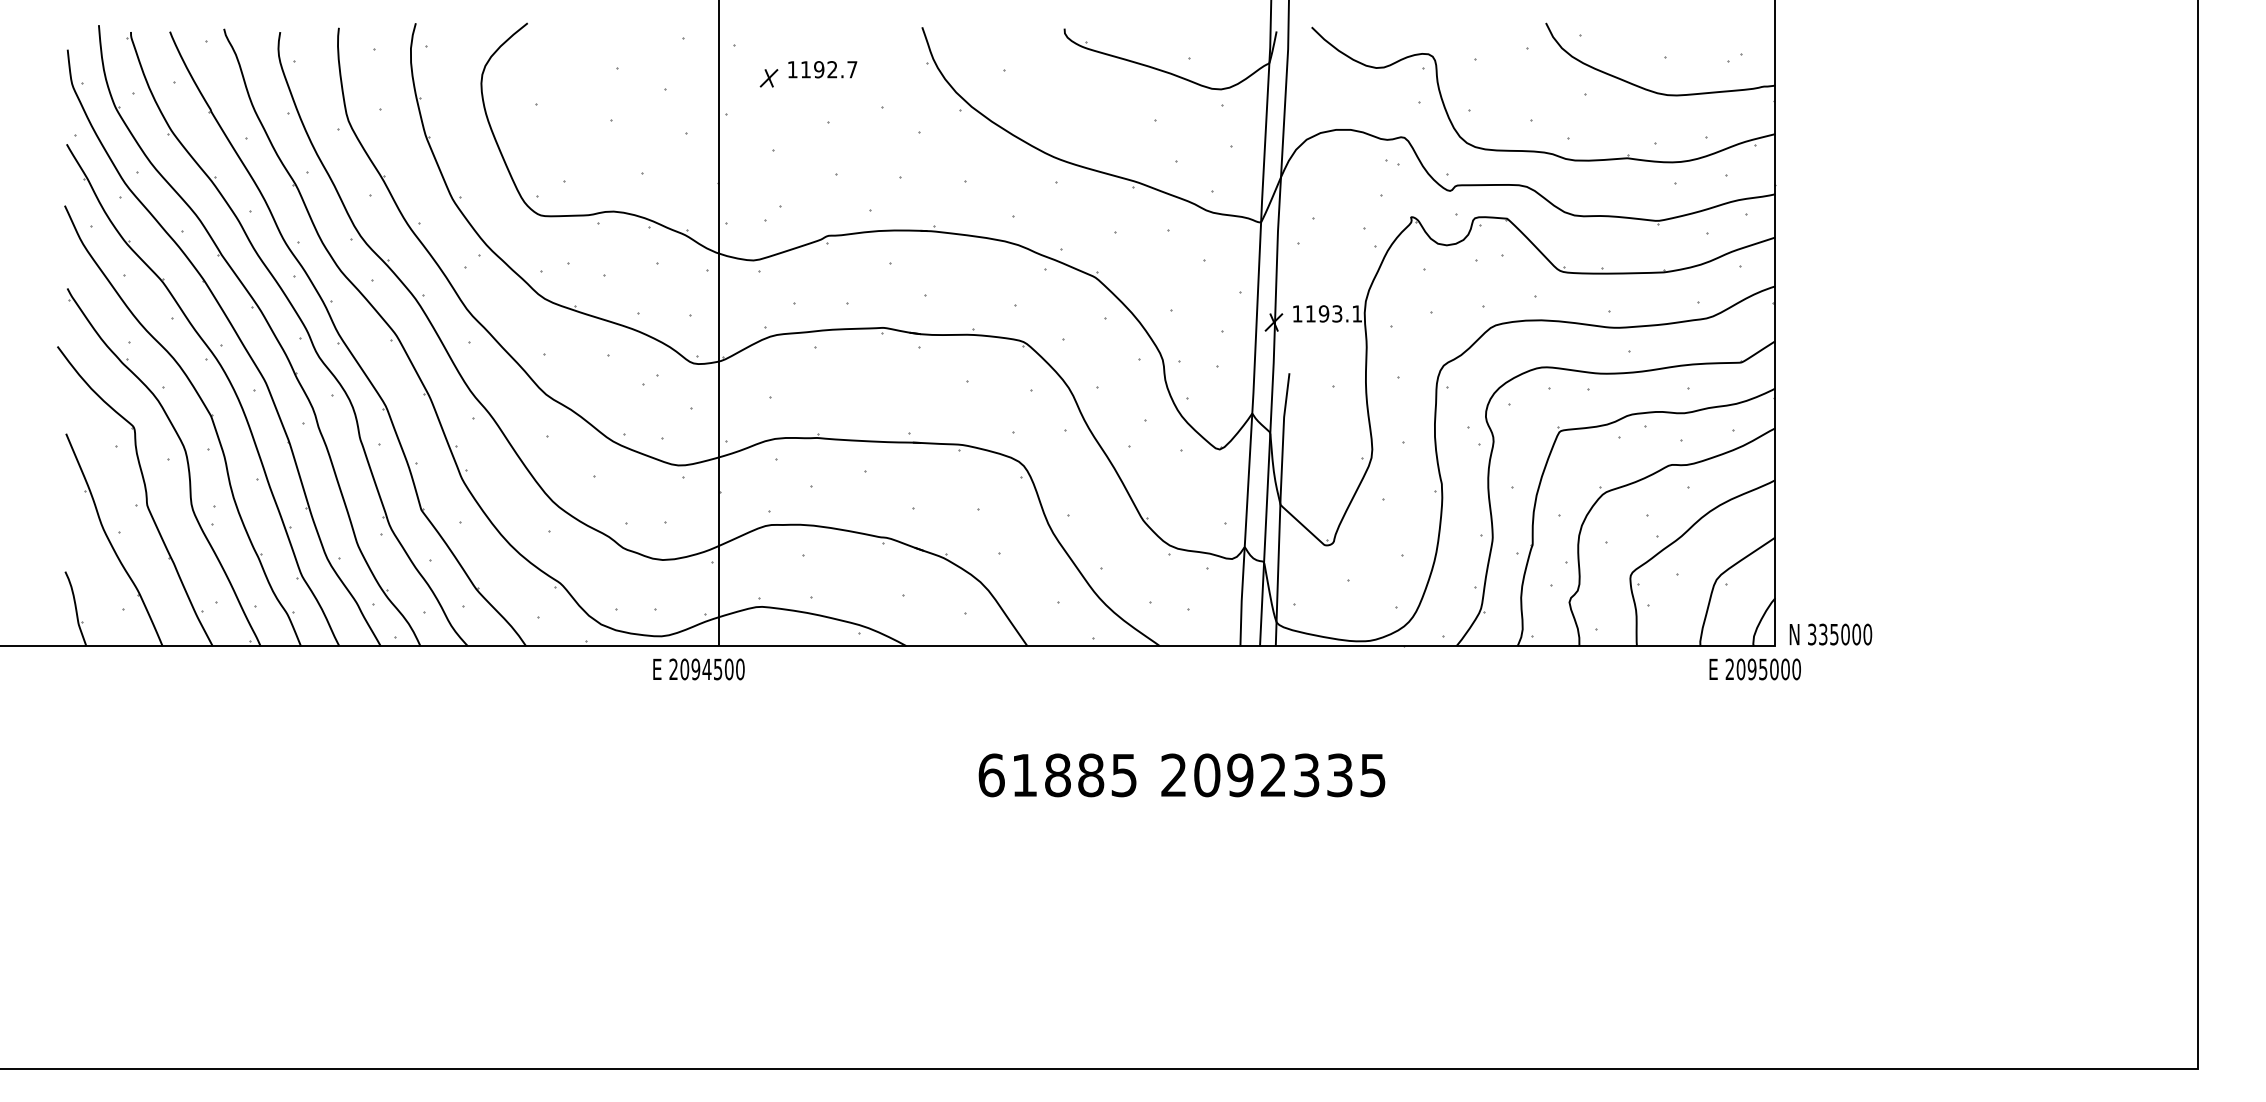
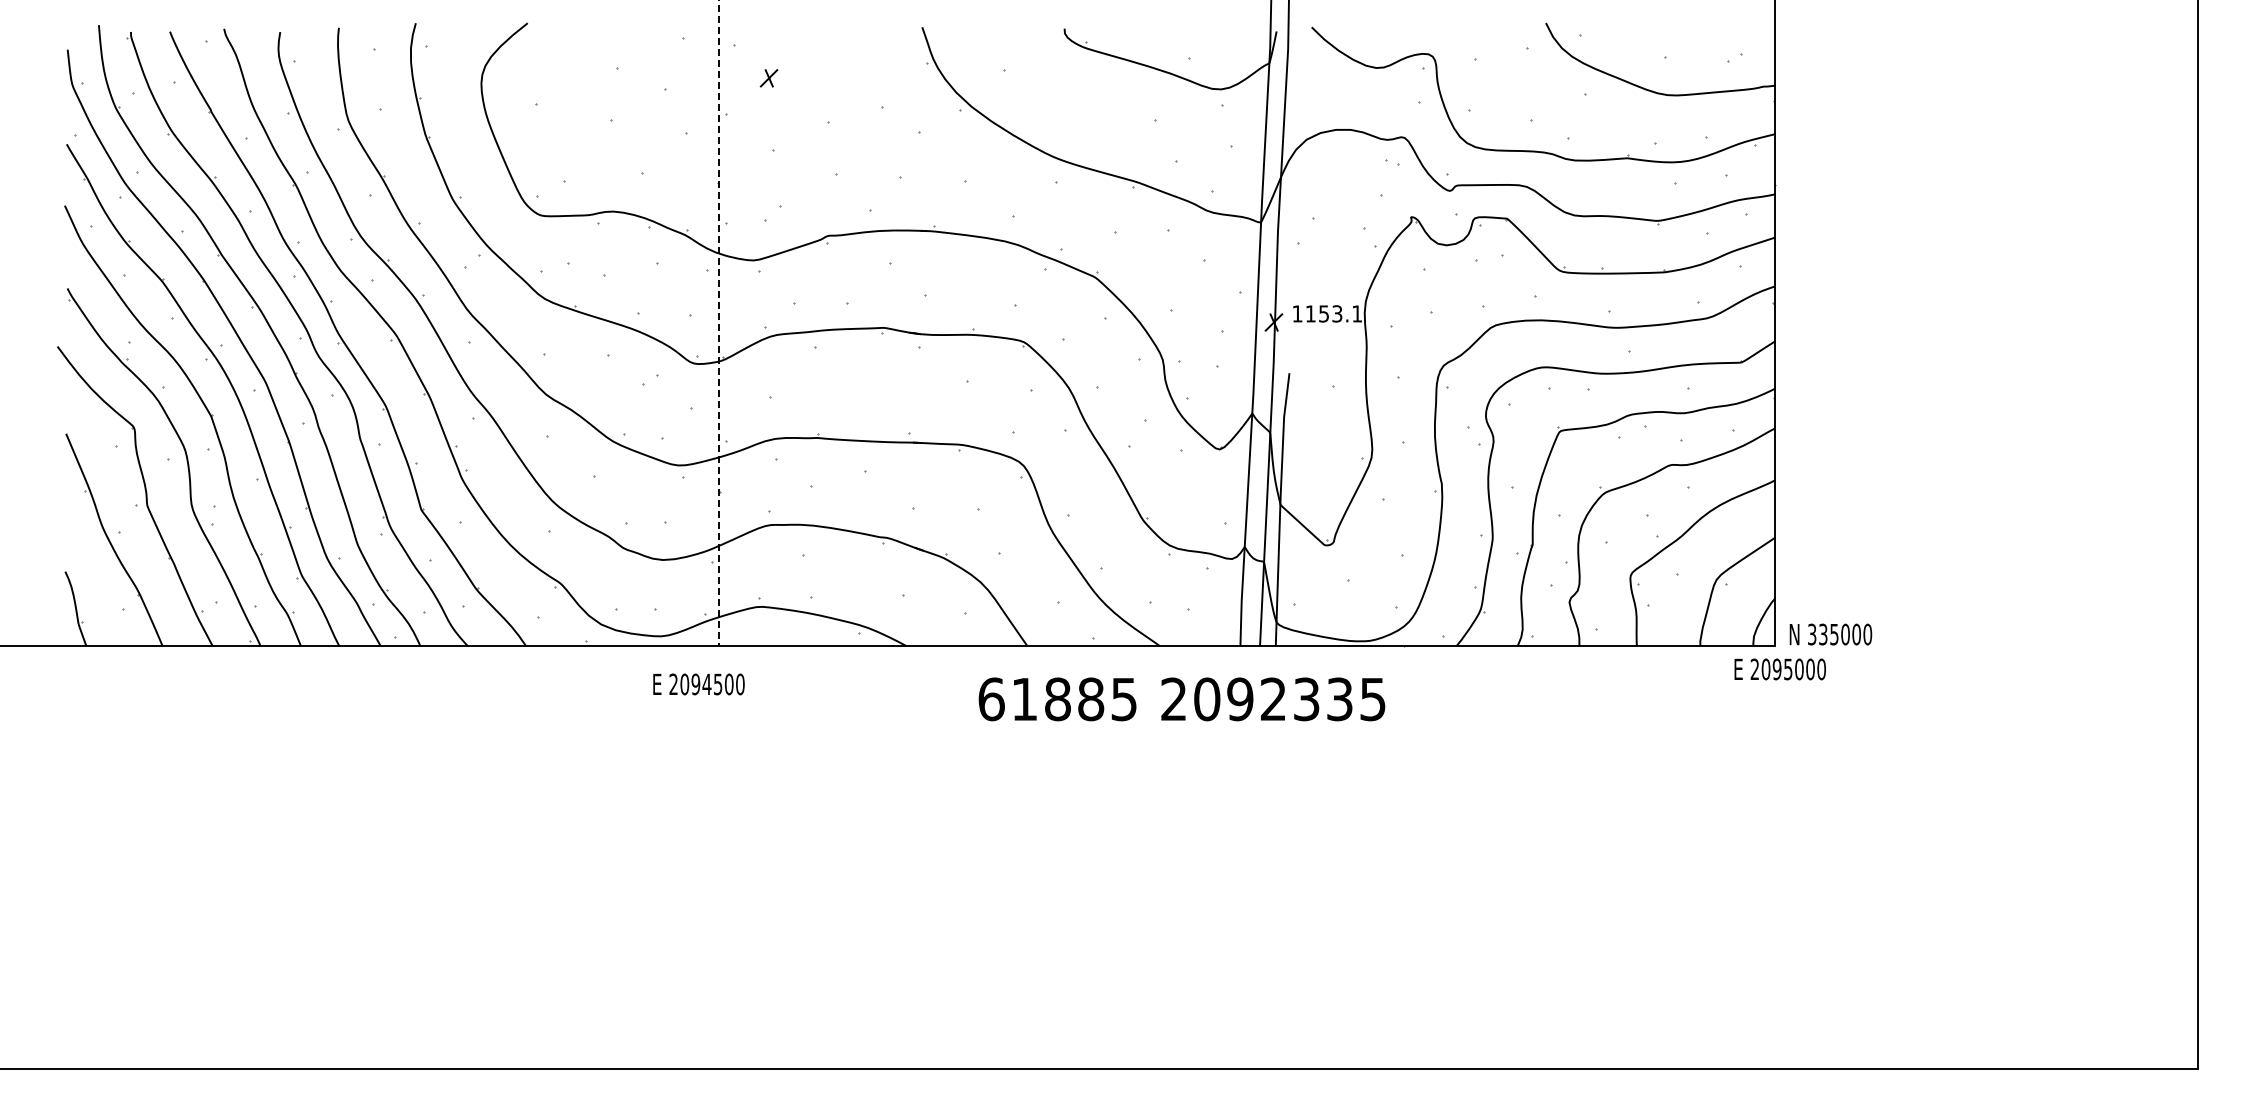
part at (822, 69): present -> none
text at (1323, 313): 1193.1 -> 1153.1
line at (718, 323): solid -> dashed
text at (698, 669) position: (698, 669) -> (698, 684)
text at (1754, 669) position: (1754, 669) -> (1779, 669)
text at (1181, 775) position: (1181, 775) -> (1181, 699)
